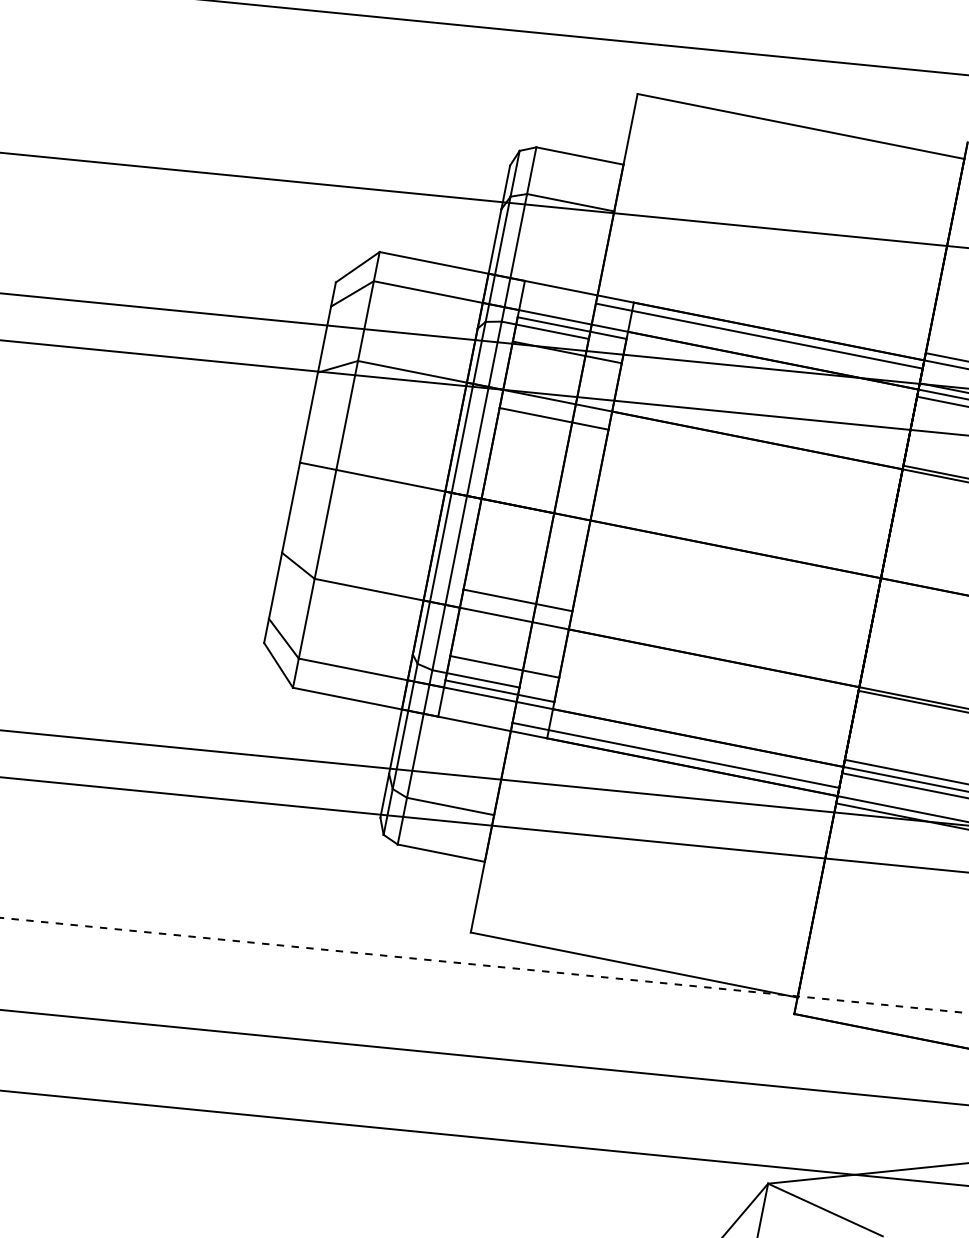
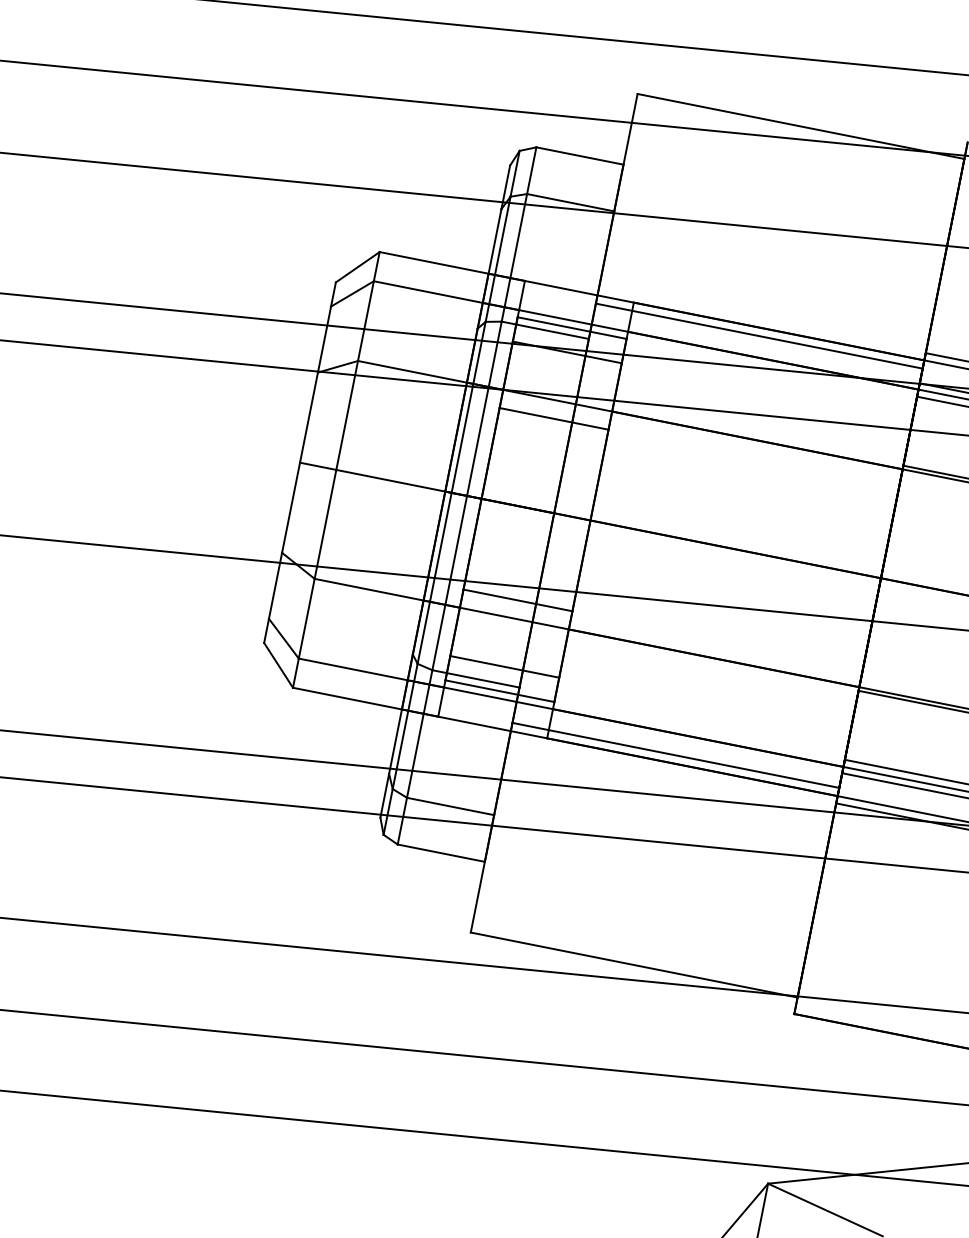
line at (483, 107): none -> present
line at (483, 582): none -> present
line at (483, 965): dashed -> solid
